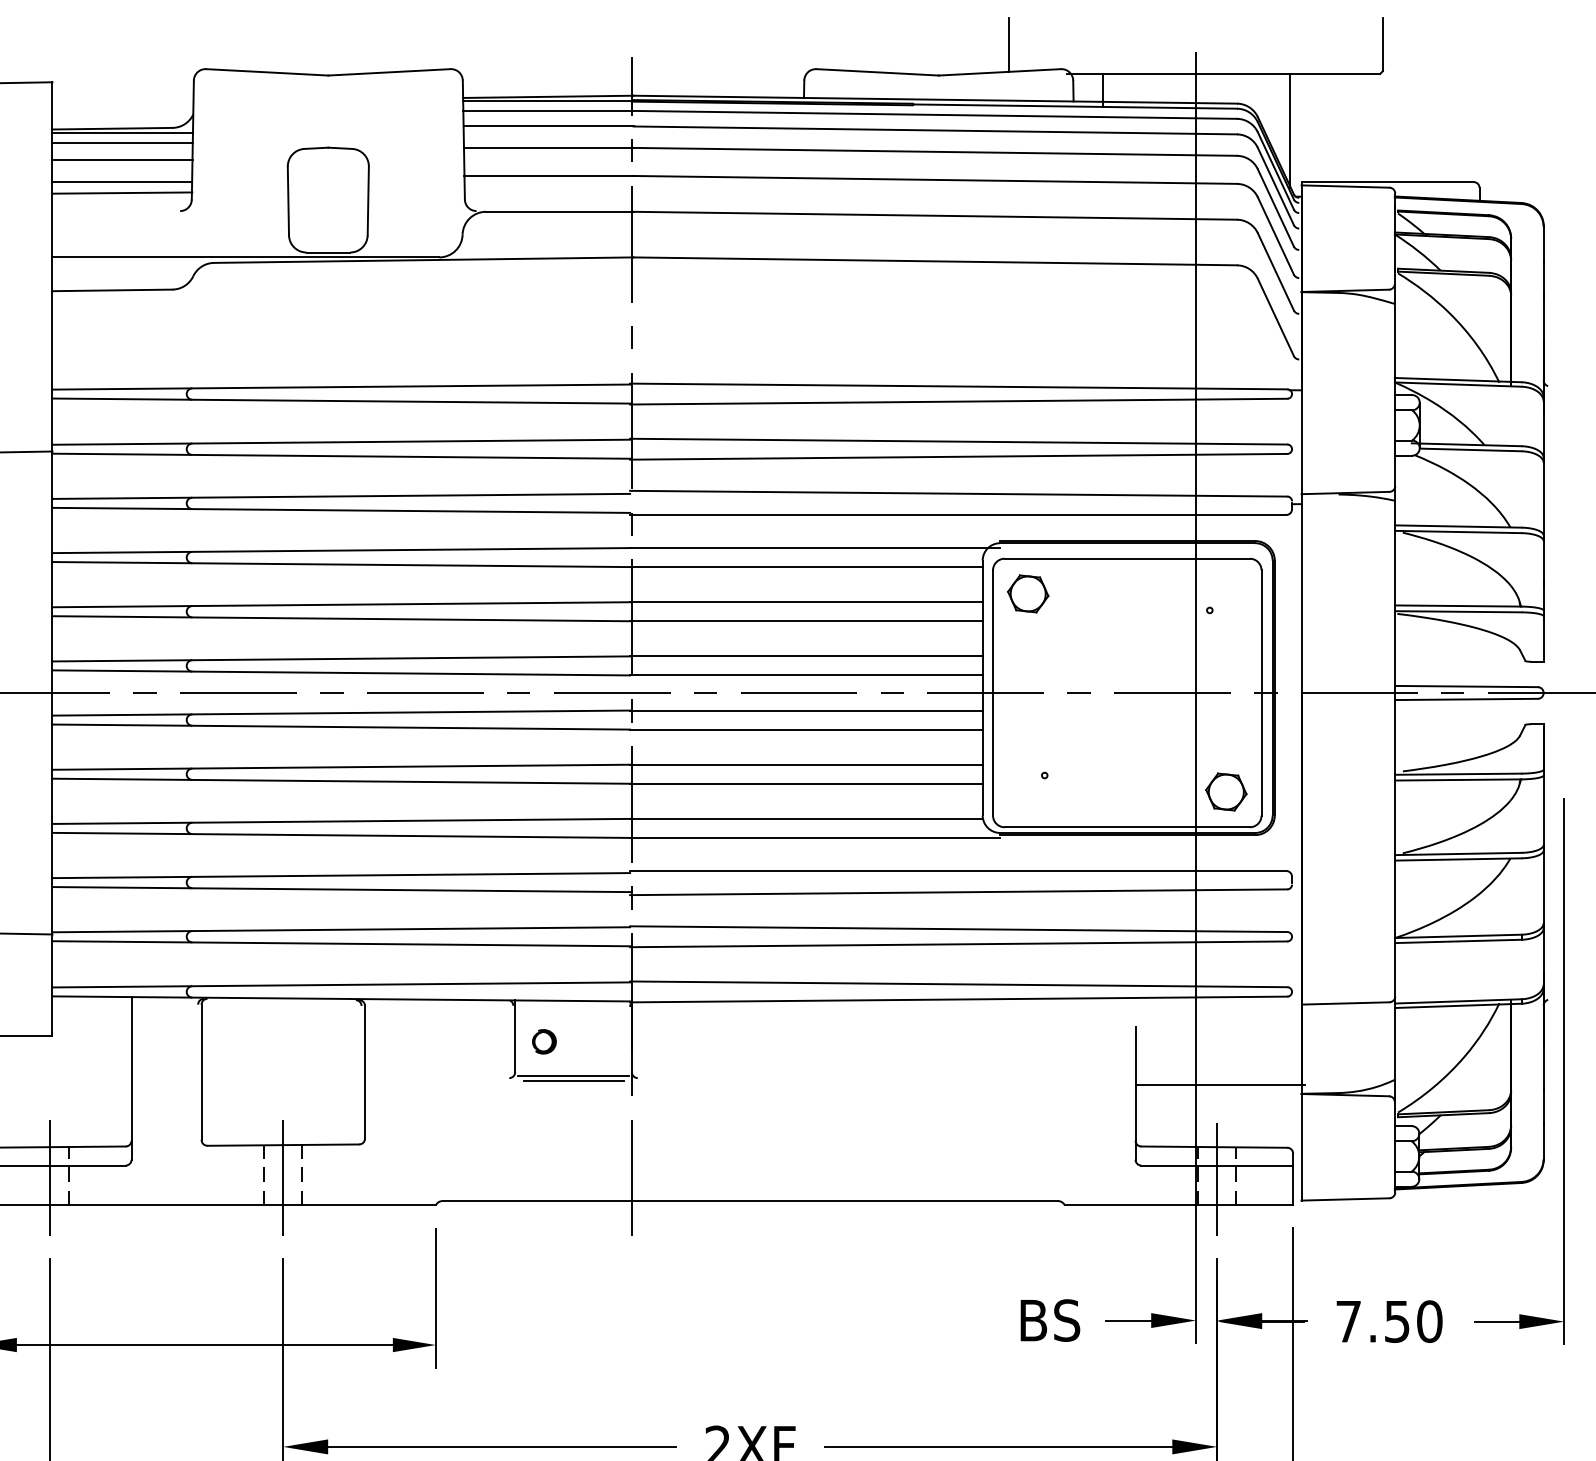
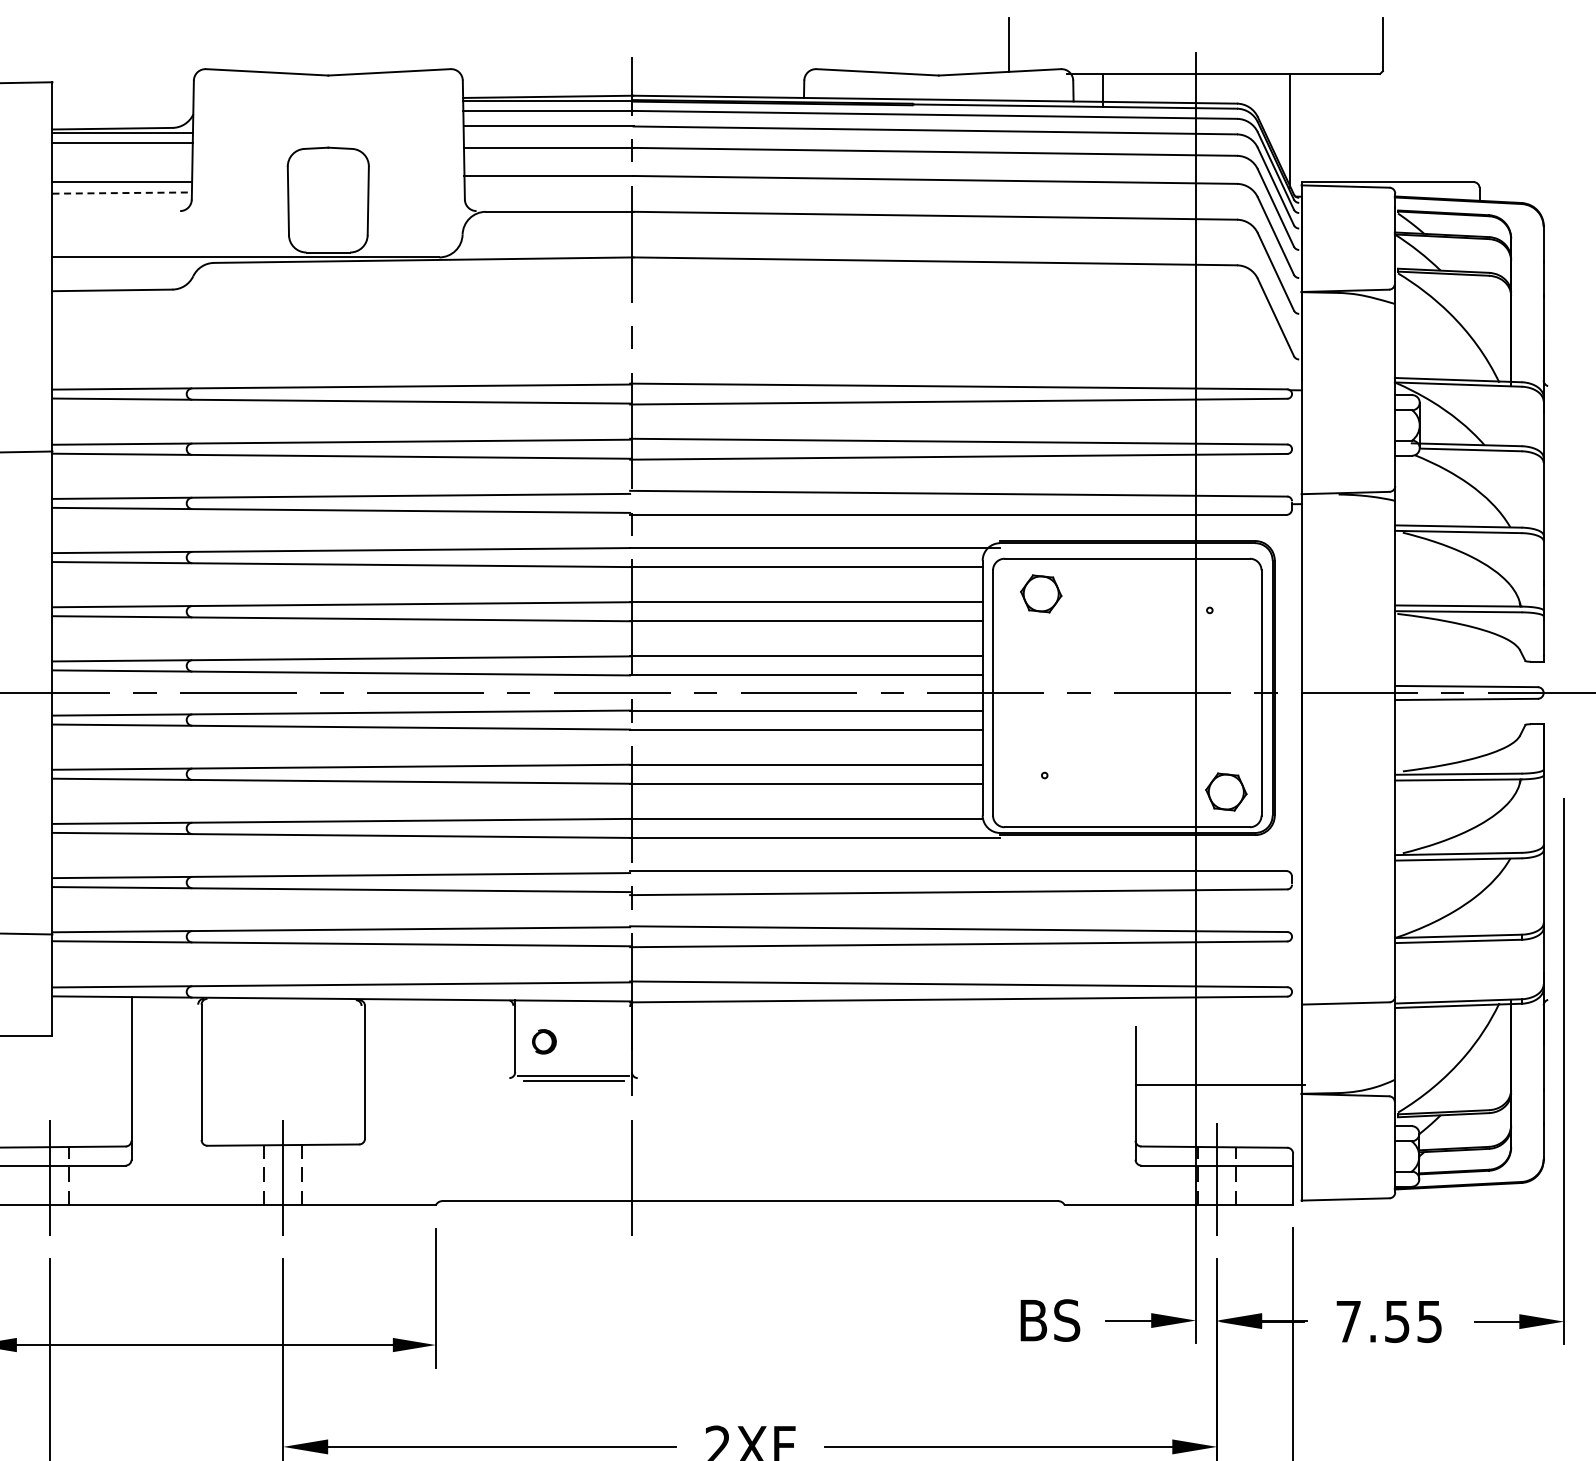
line at (122, 159): present -> none
line at (122, 193): solid -> dashed
part at (1028, 593) position: (1028, 593) -> (1041, 593)
text at (1429, 1321): 7.50 -> 7.55
